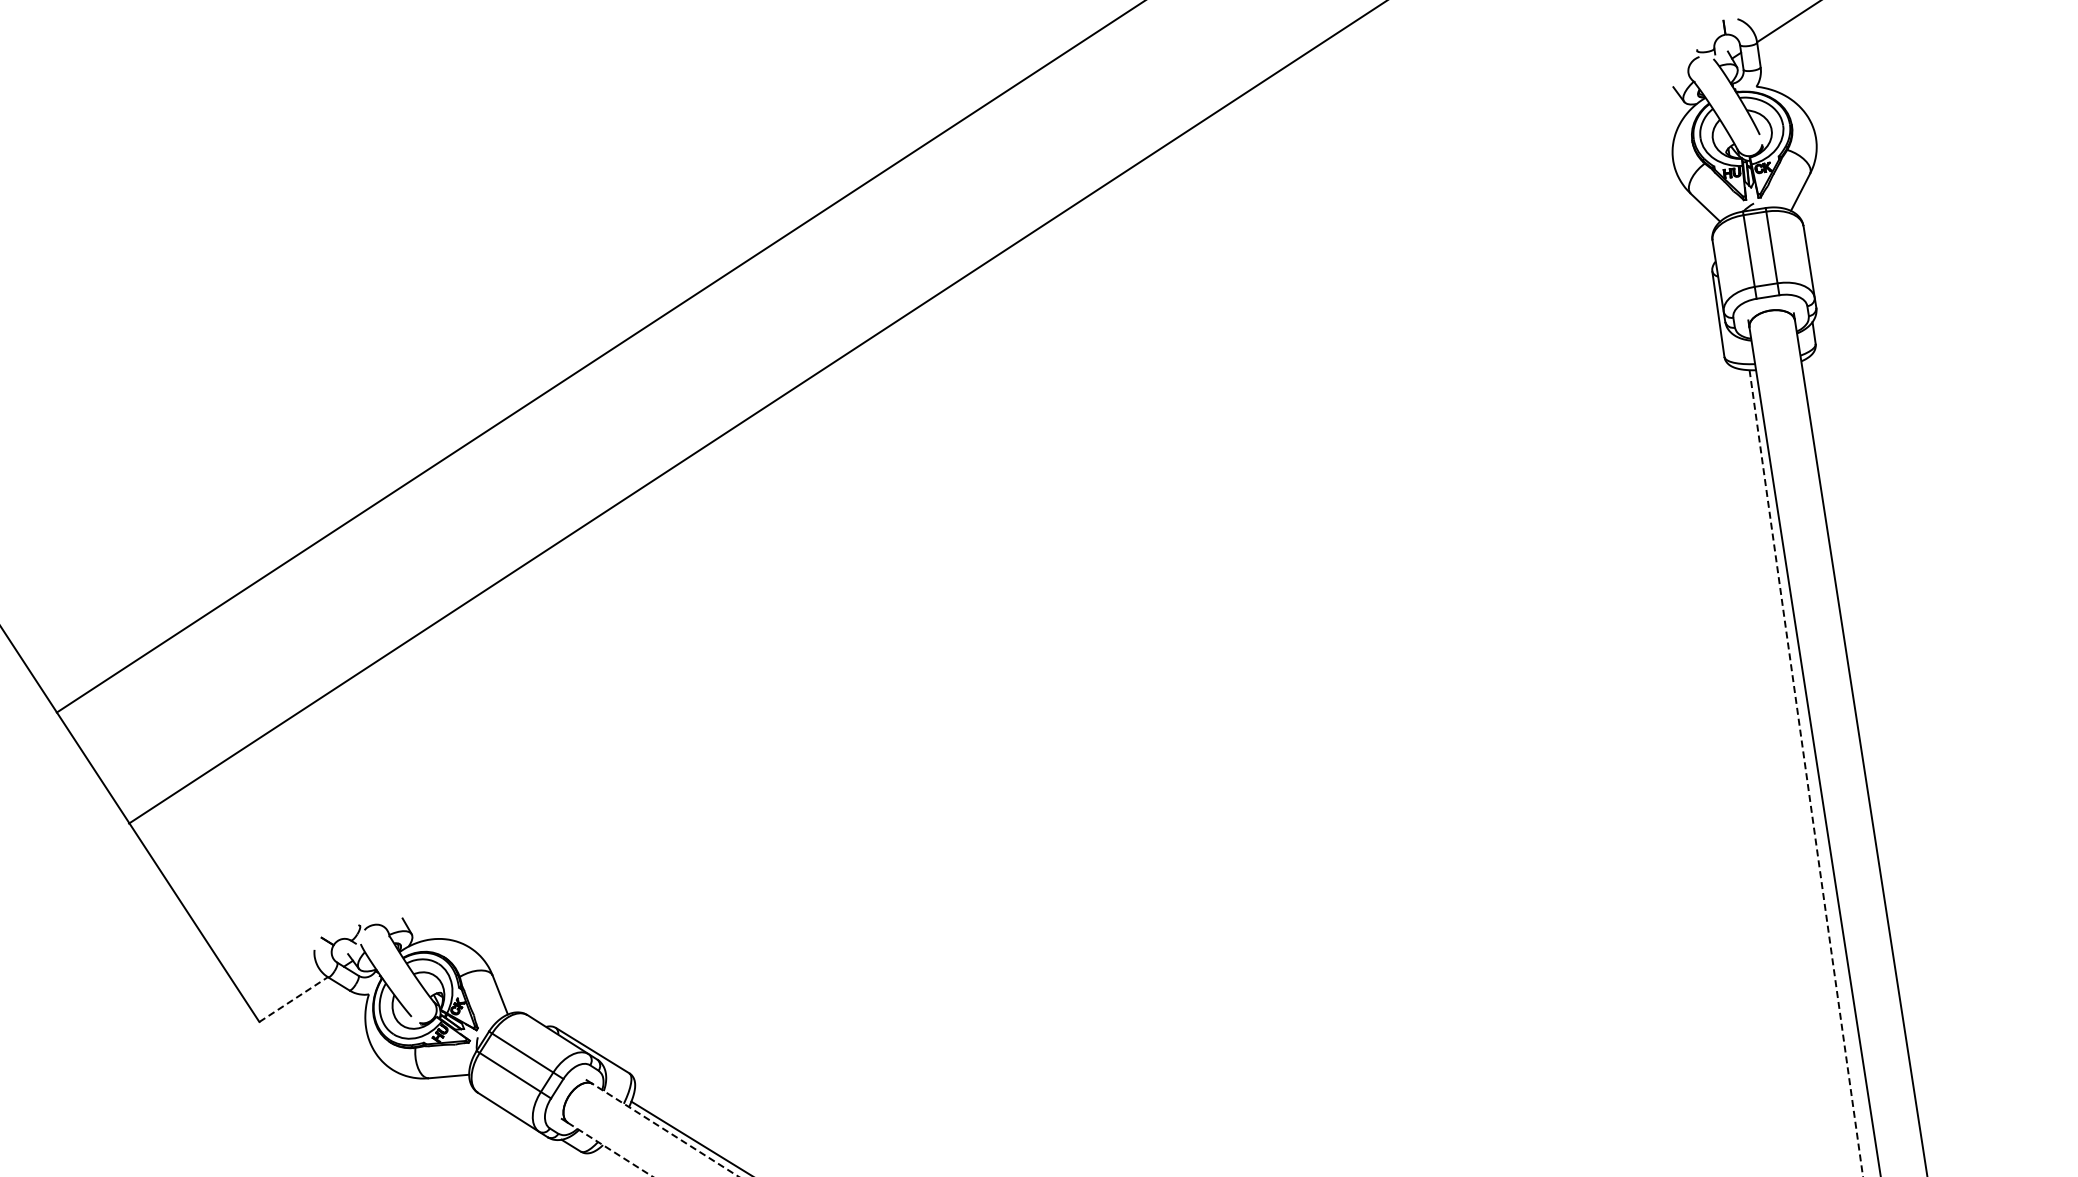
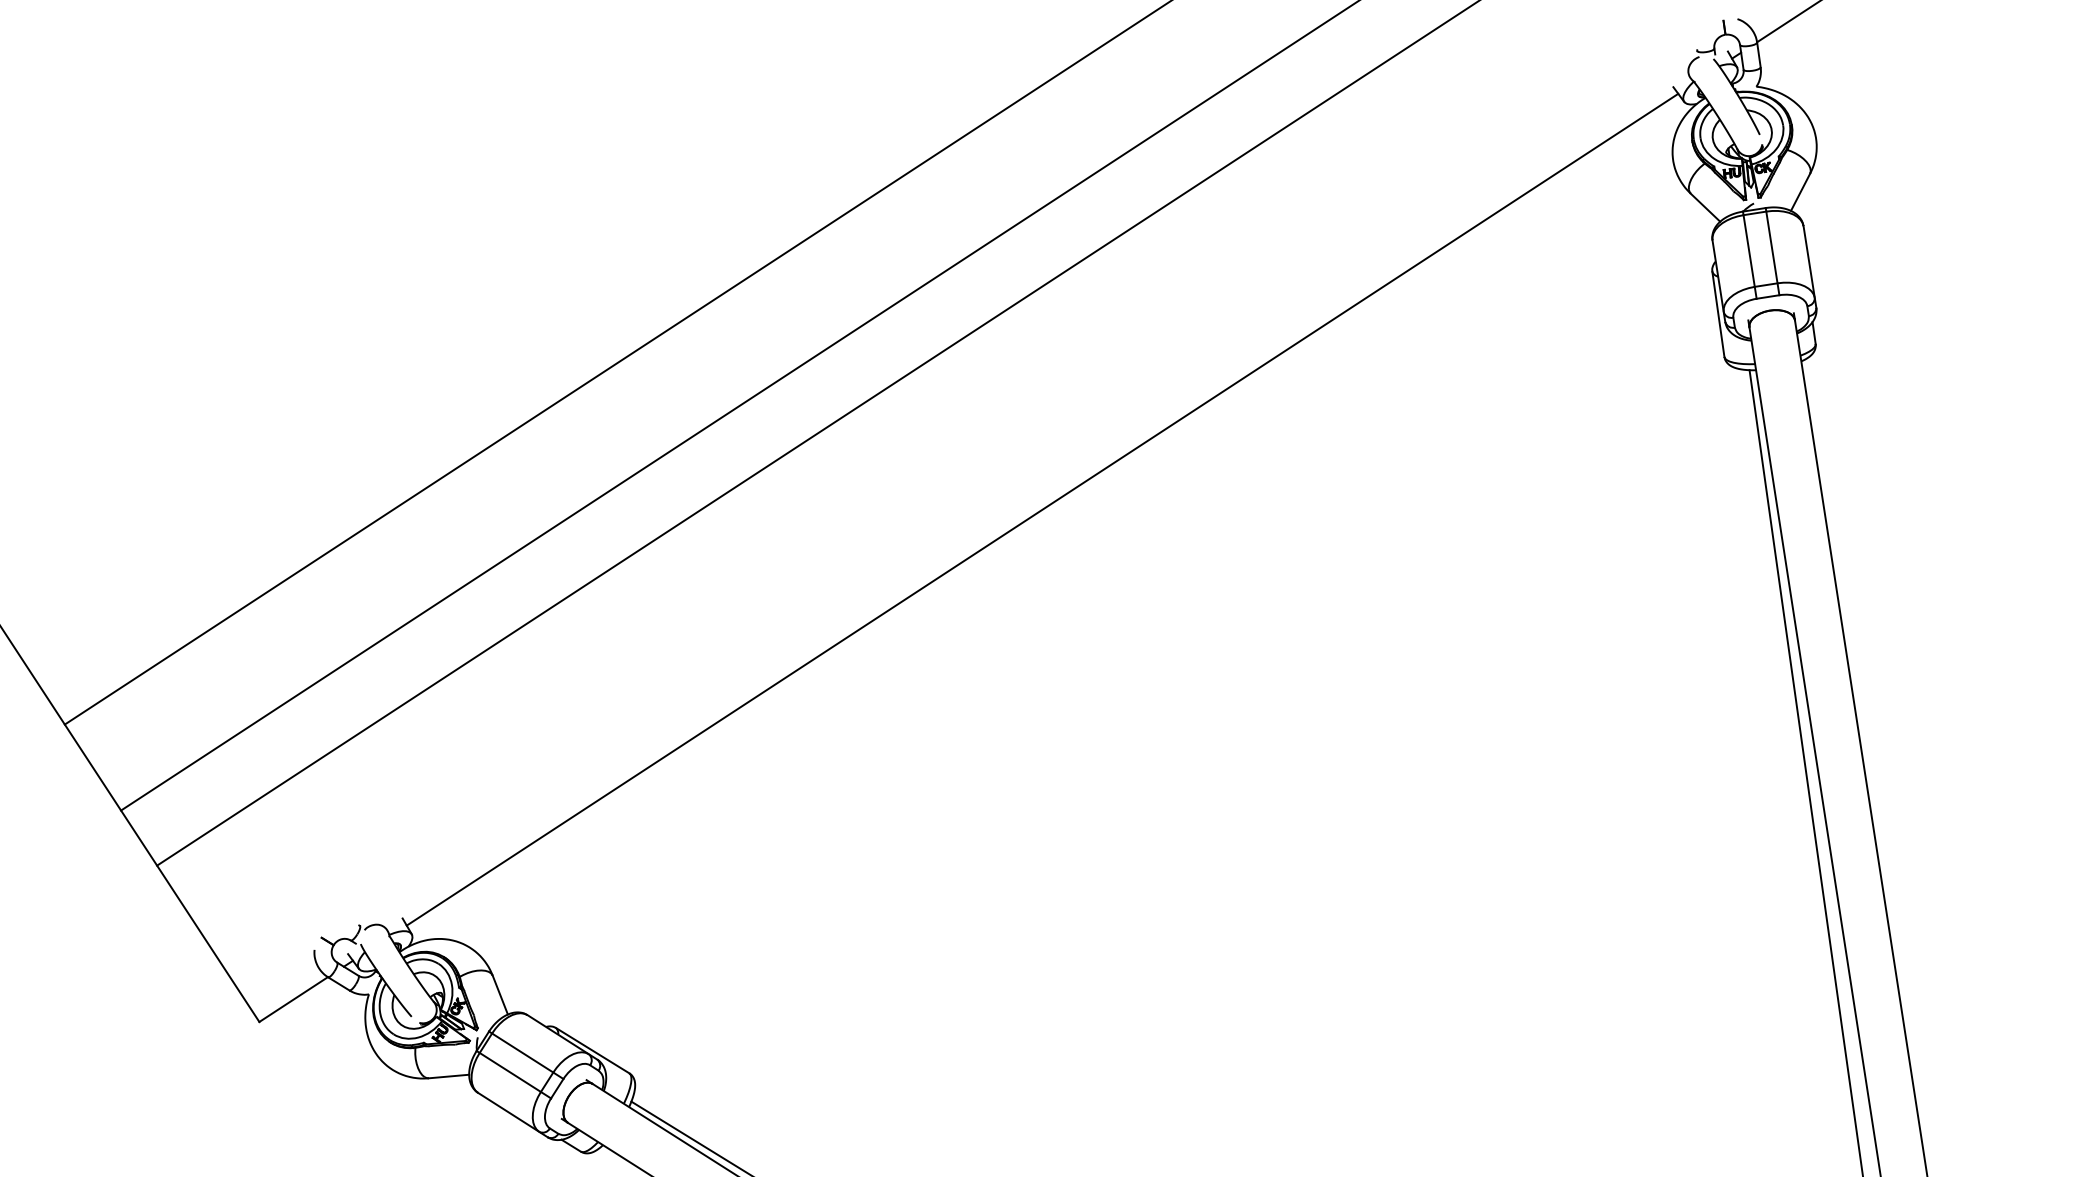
line at (599, 357) position: (599, 357) -> (616, 363)
line at (756, 412) position: (756, 412) -> (738, 406)
line at (817, 433): none -> present
line at (1042, 509): none -> present
line at (1806, 773): dashed -> solid
line at (293, 999): dashed -> solid
line at (665, 1129): dashed -> solid
line at (610, 1150): dashed -> solid
